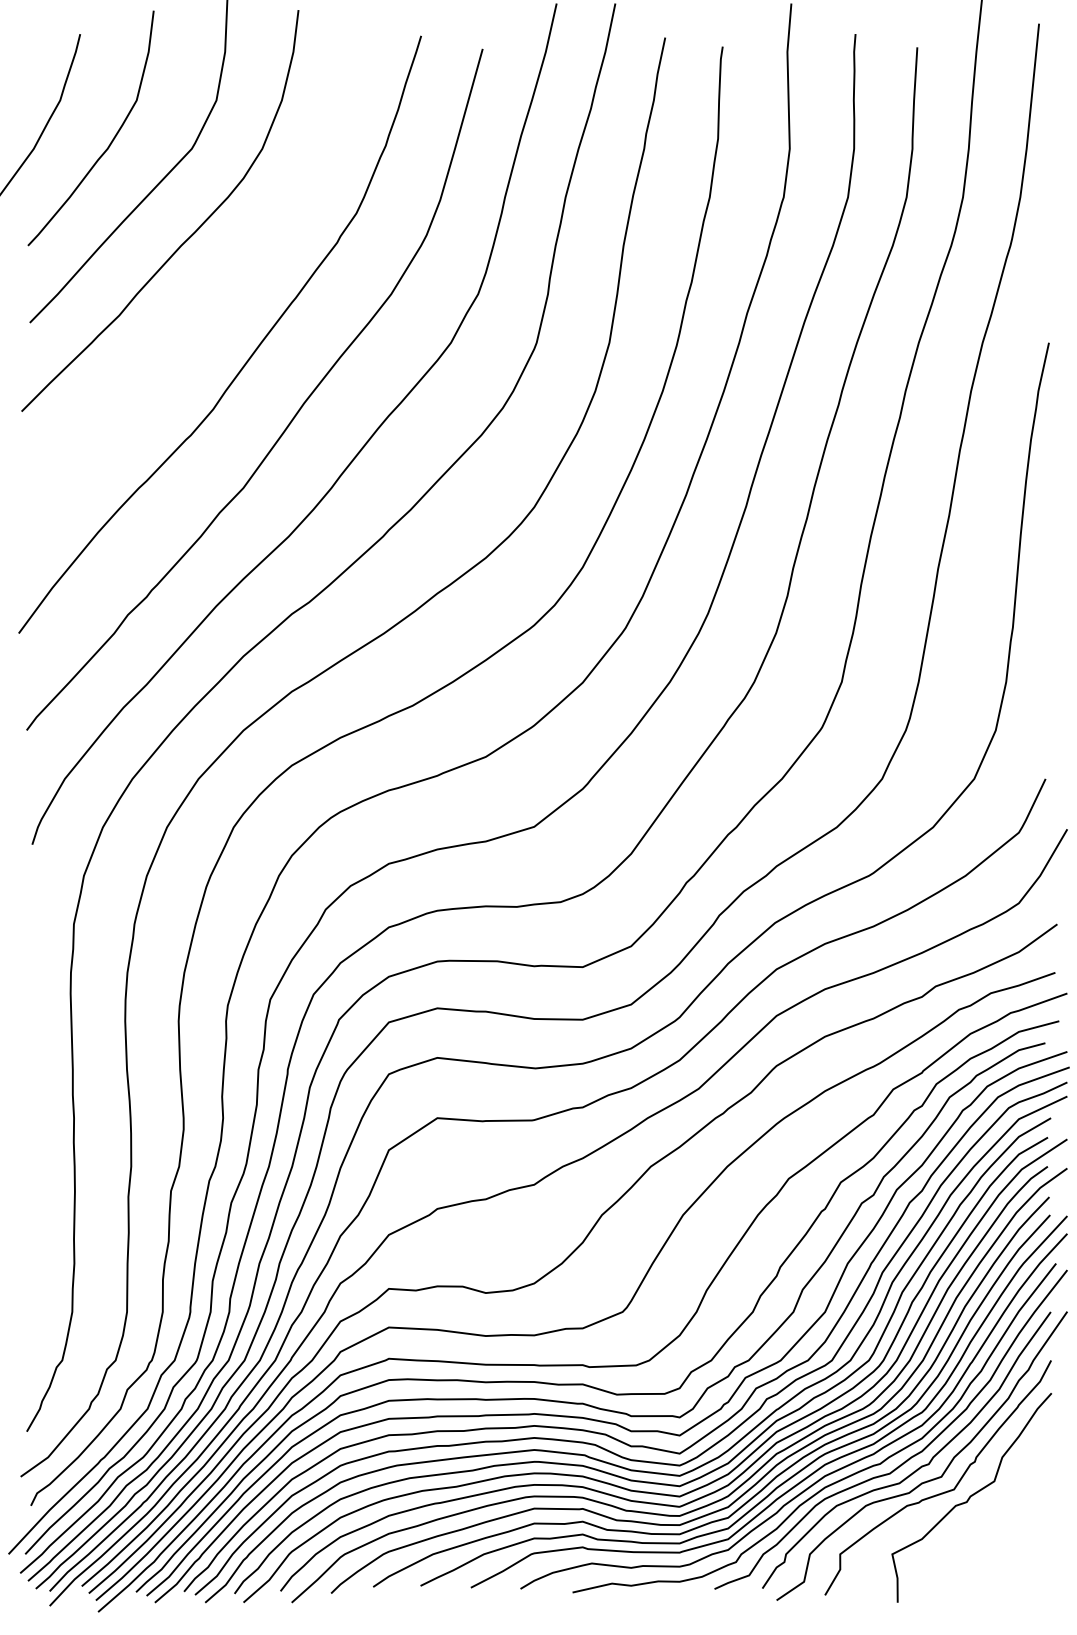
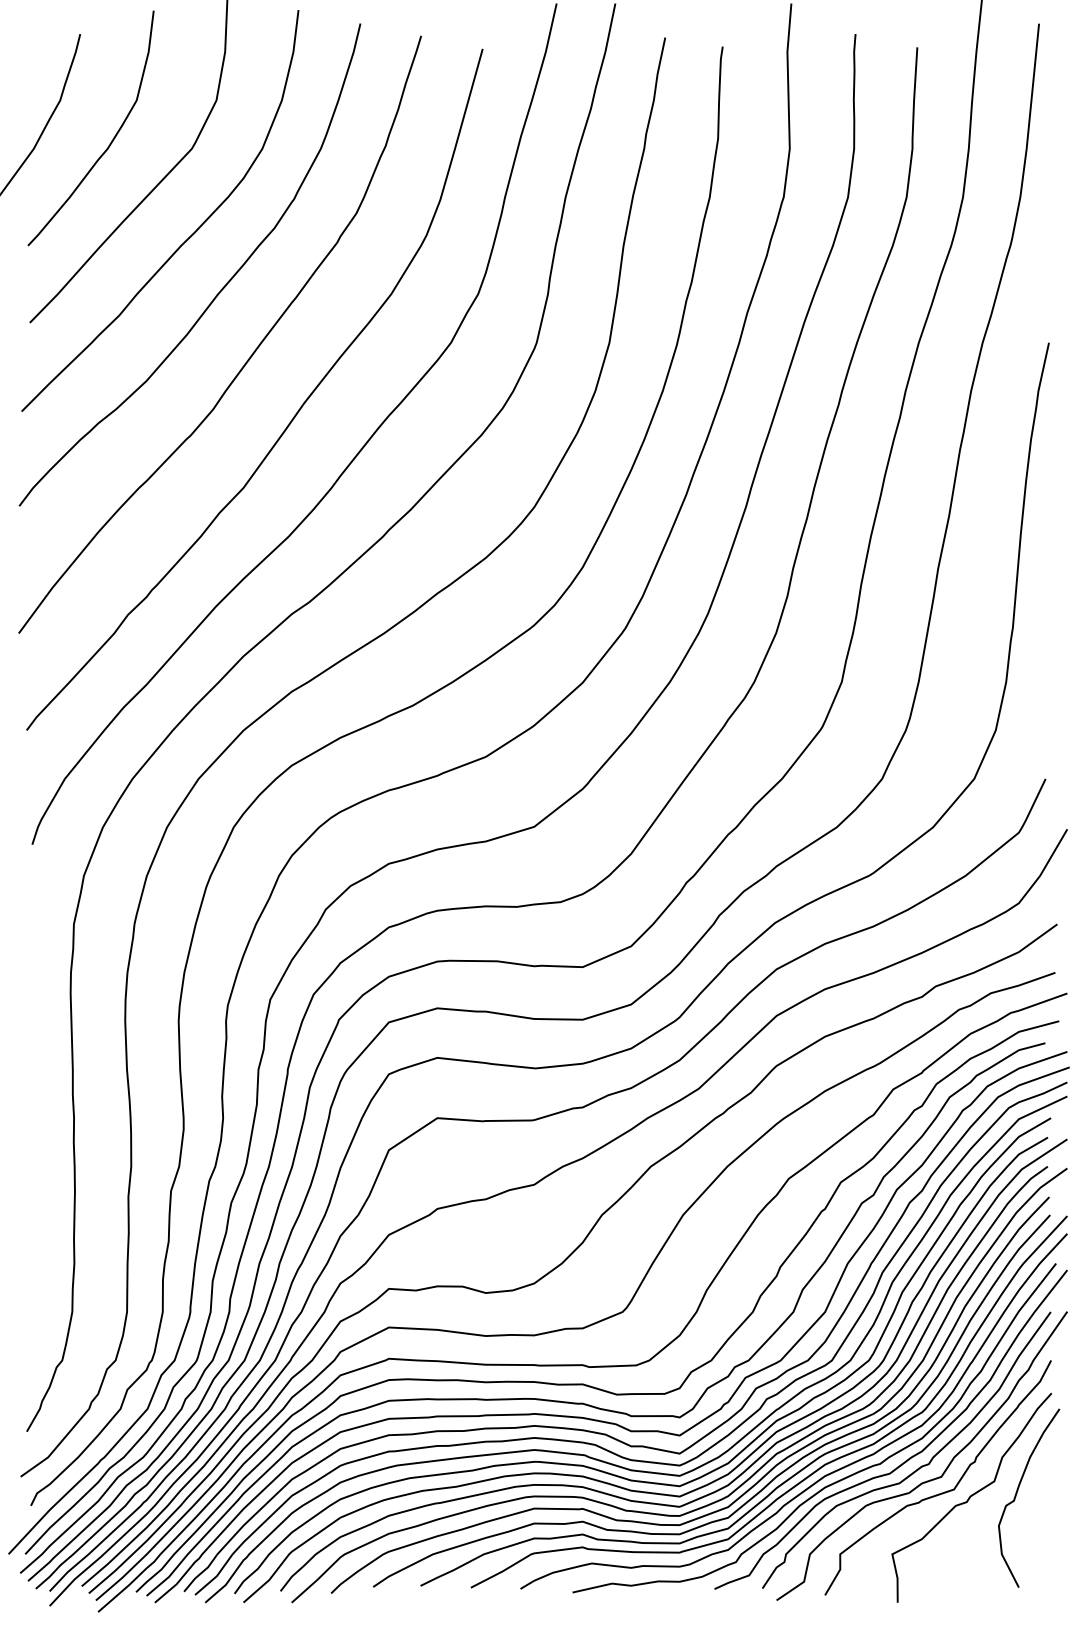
curve at (220, 289): none -> present
curve at (1017, 1493): none -> present
